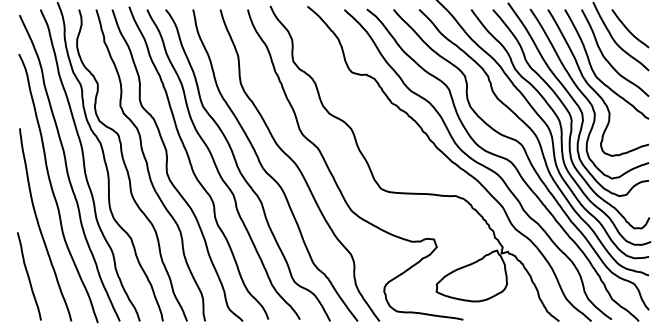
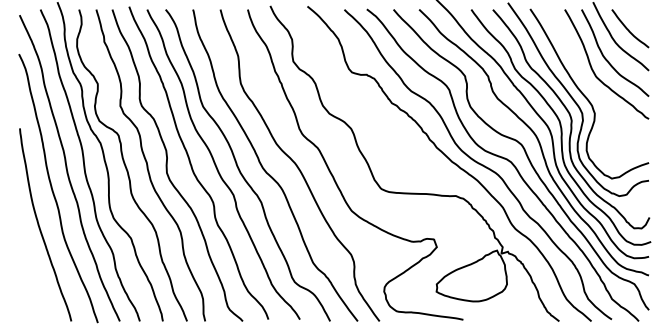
curve at (592, 87): present -> none
curve at (29, 276): present -> none
